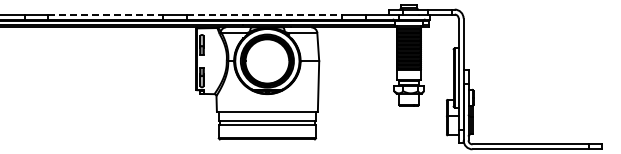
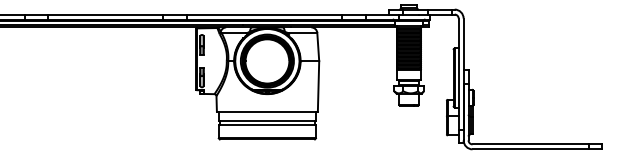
line at (106, 14): dashed -> solid
line at (264, 14): dashed -> solid
